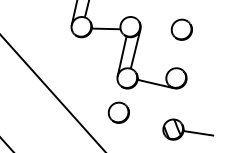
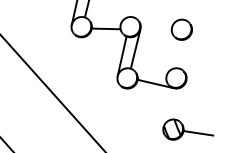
part at (118, 112): present -> none
